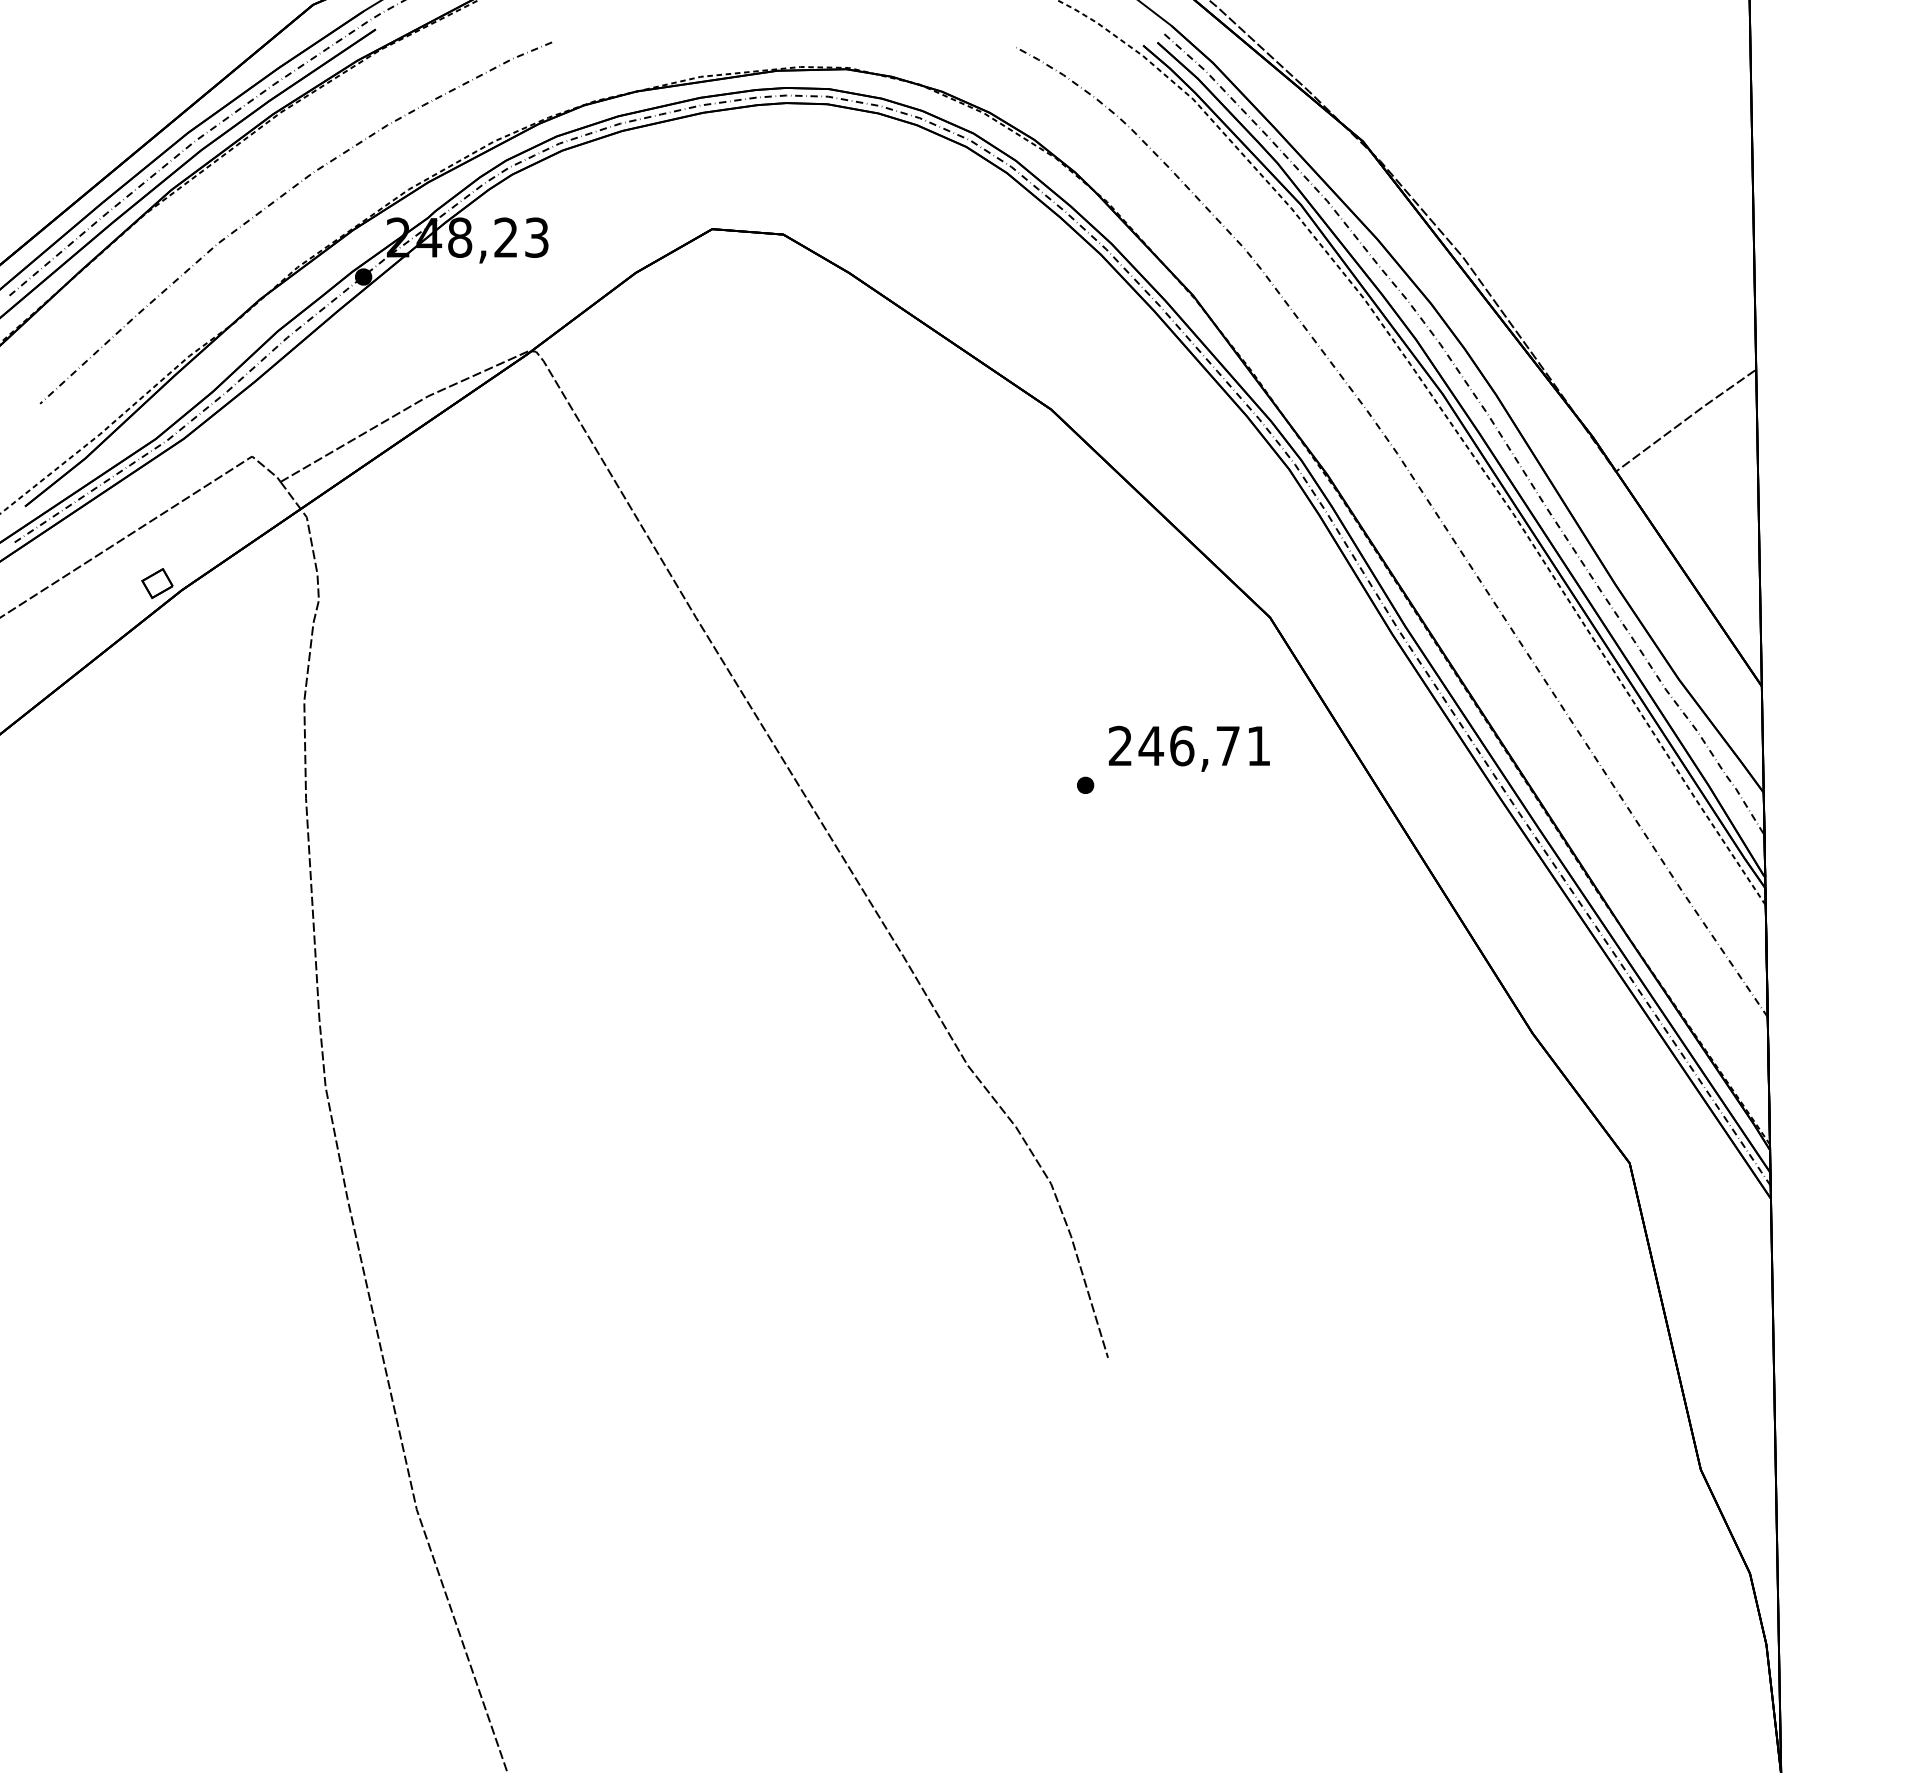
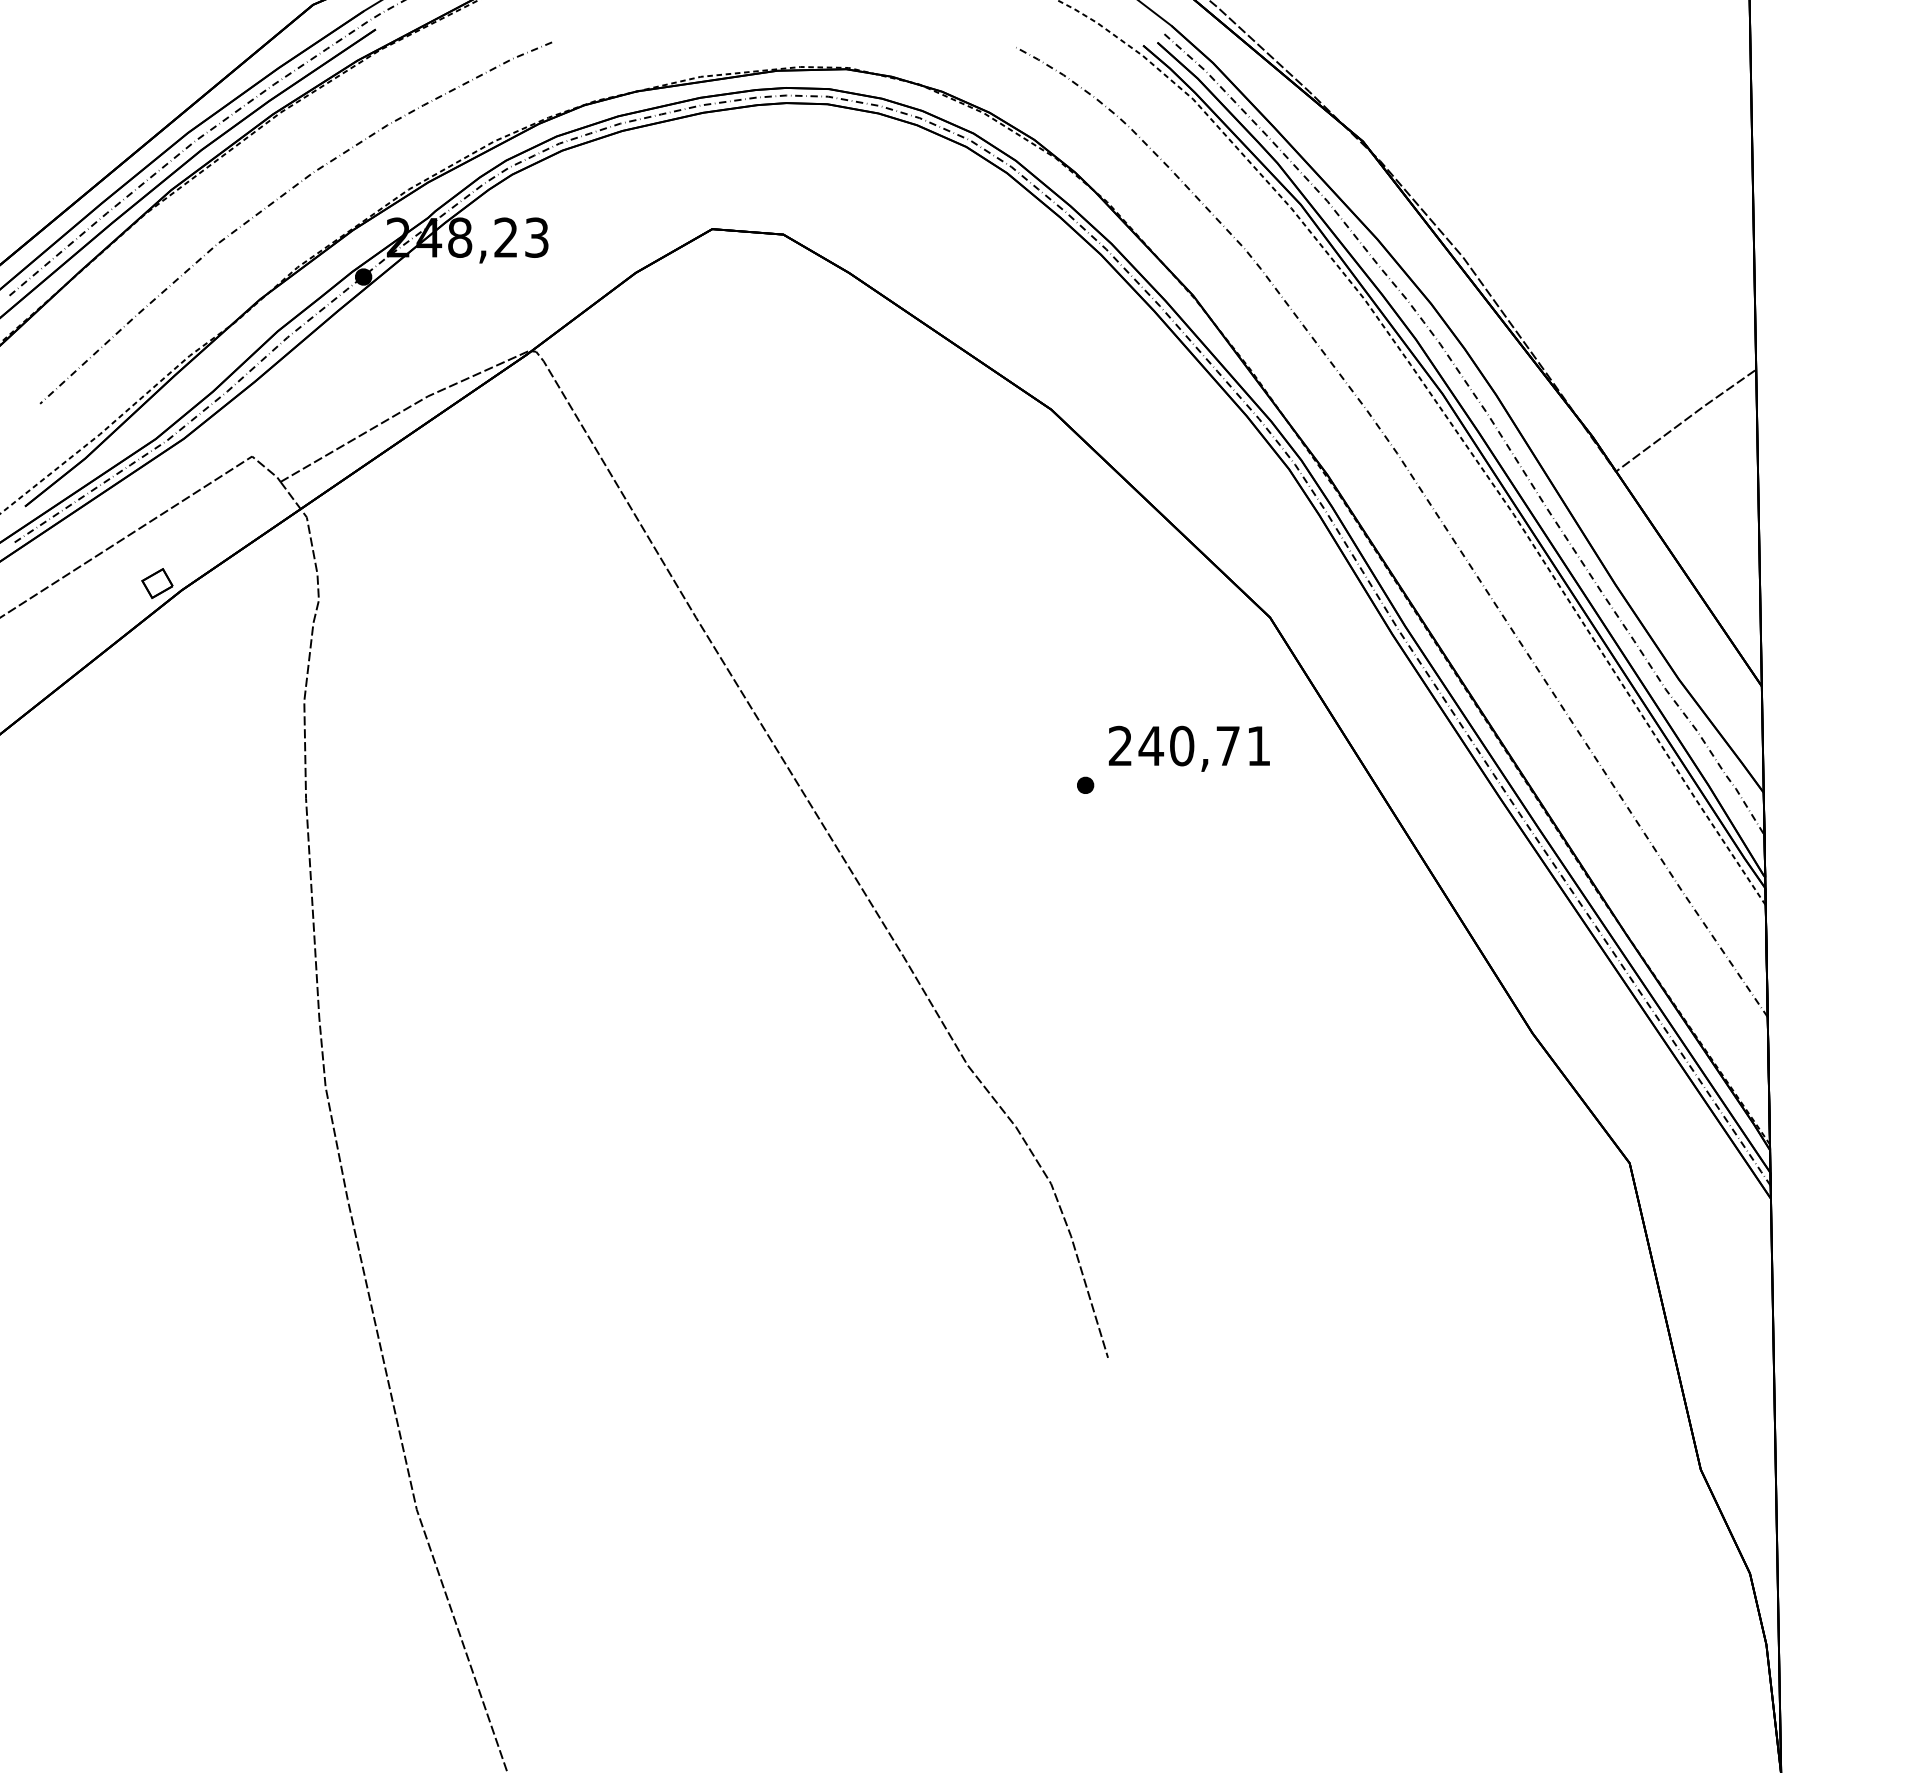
text at (1182, 745): 246,71 -> 240,71
